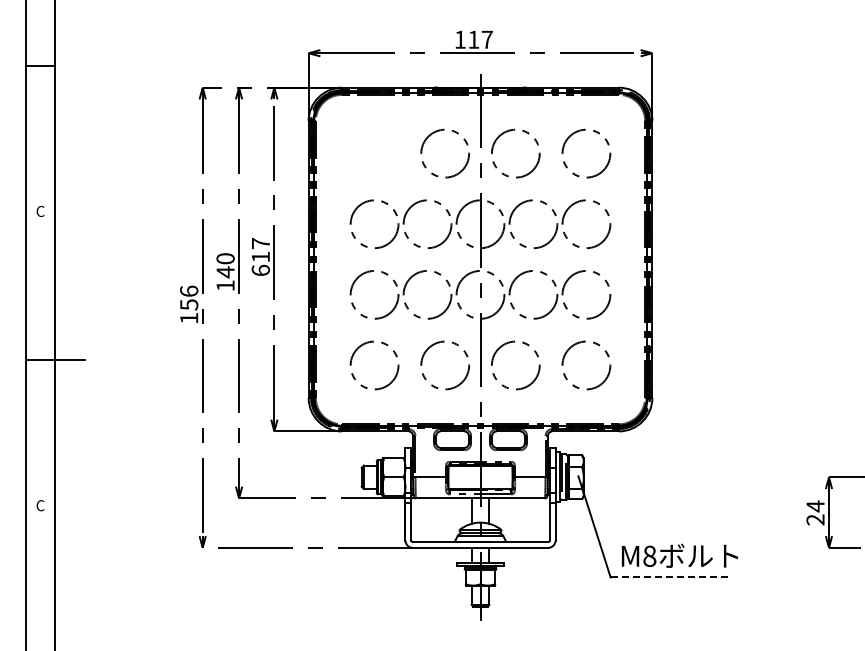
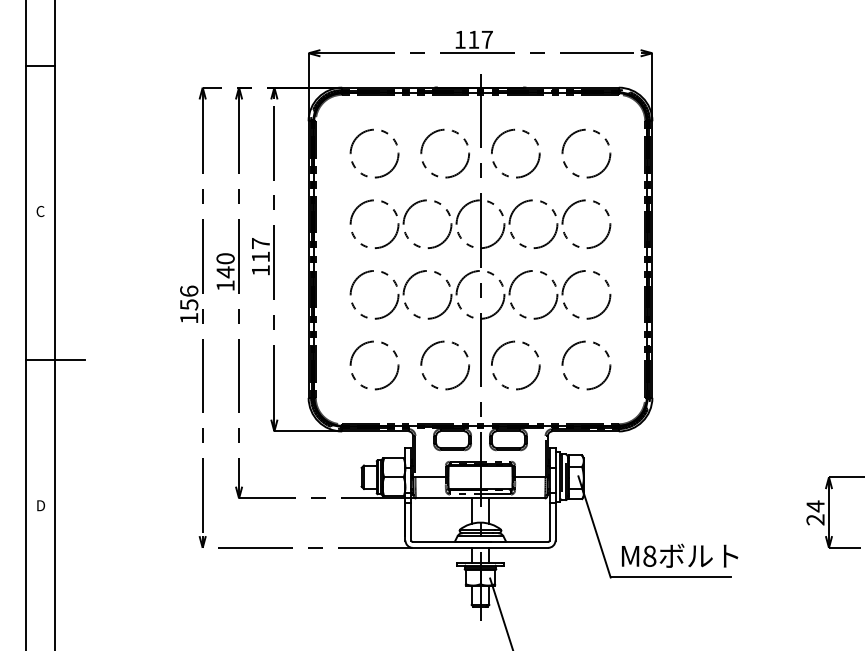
circle at (374, 153): none -> present
text at (260, 269): 617 -> 117
text at (40, 505): C -> D
line at (671, 577): dashed -> solid
line at (501, 612): none -> present
